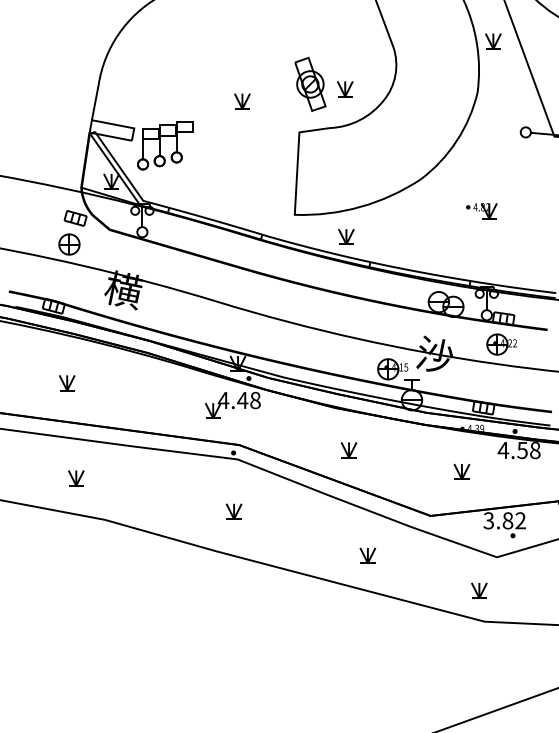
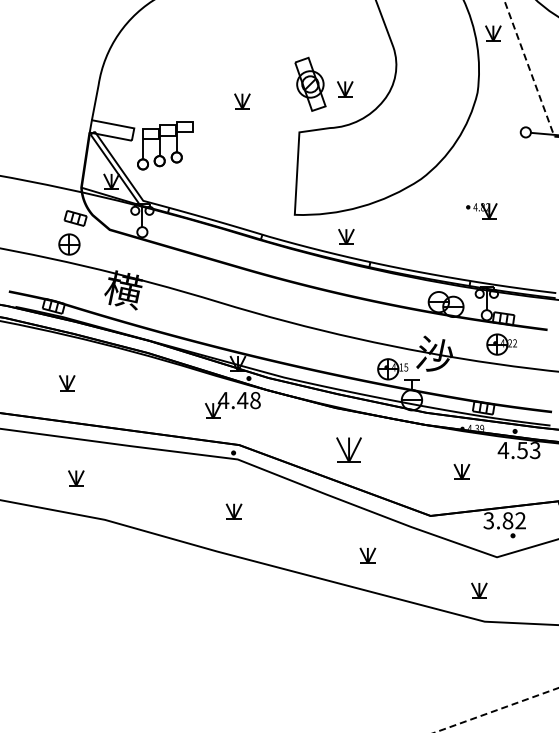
part at (493, 41) position: (493, 41) -> (493, 33)
line at (530, 71): solid -> dashed
part at (348, 450) size: 18x17 px -> 26x26 px
text at (535, 450): 4.58 -> 4.53
line at (496, 710): solid -> dashed
